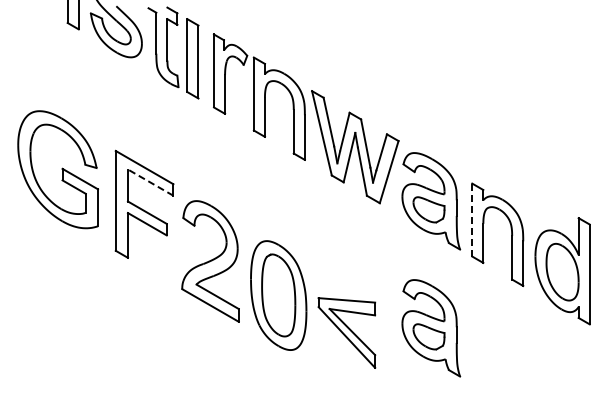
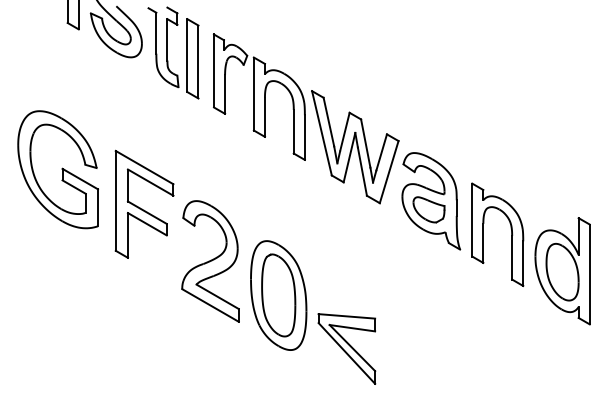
line at (150, 182): dashed -> solid
line at (472, 219): dashed -> solid
part at (431, 328): present -> none
part at (346, 332) position: (346, 332) -> (346, 348)
